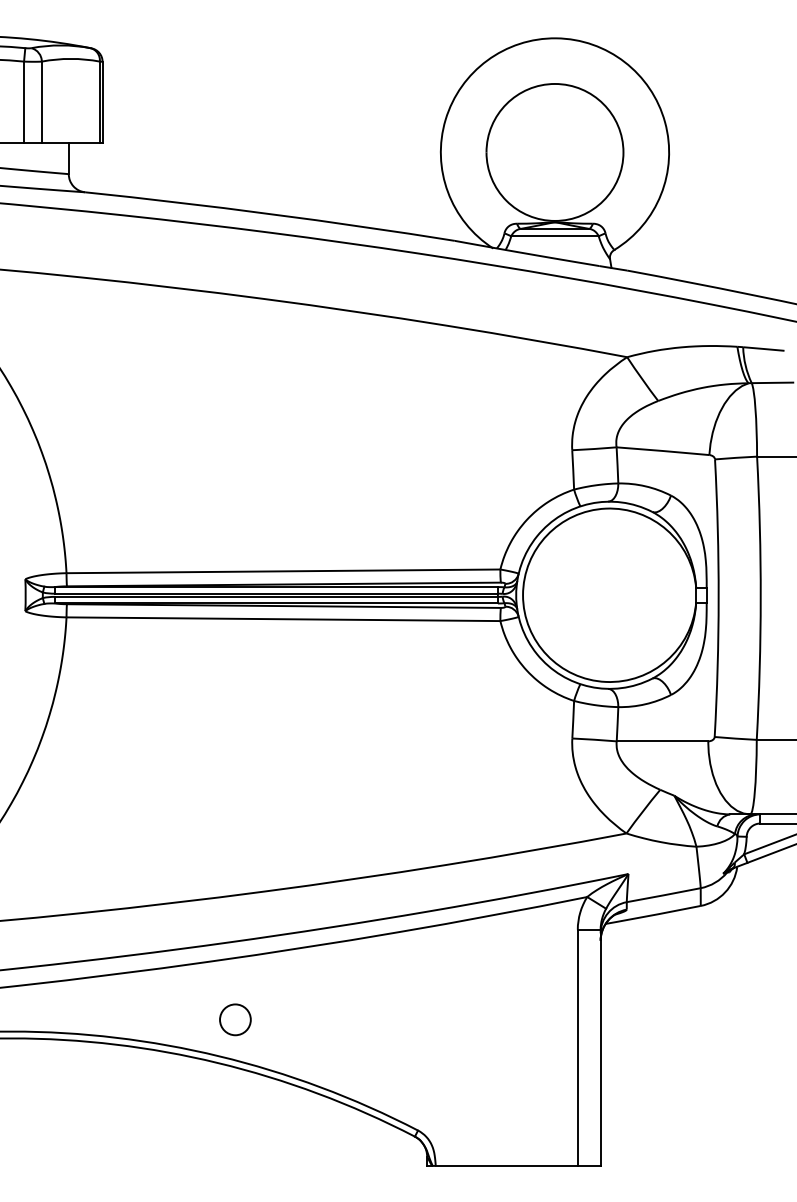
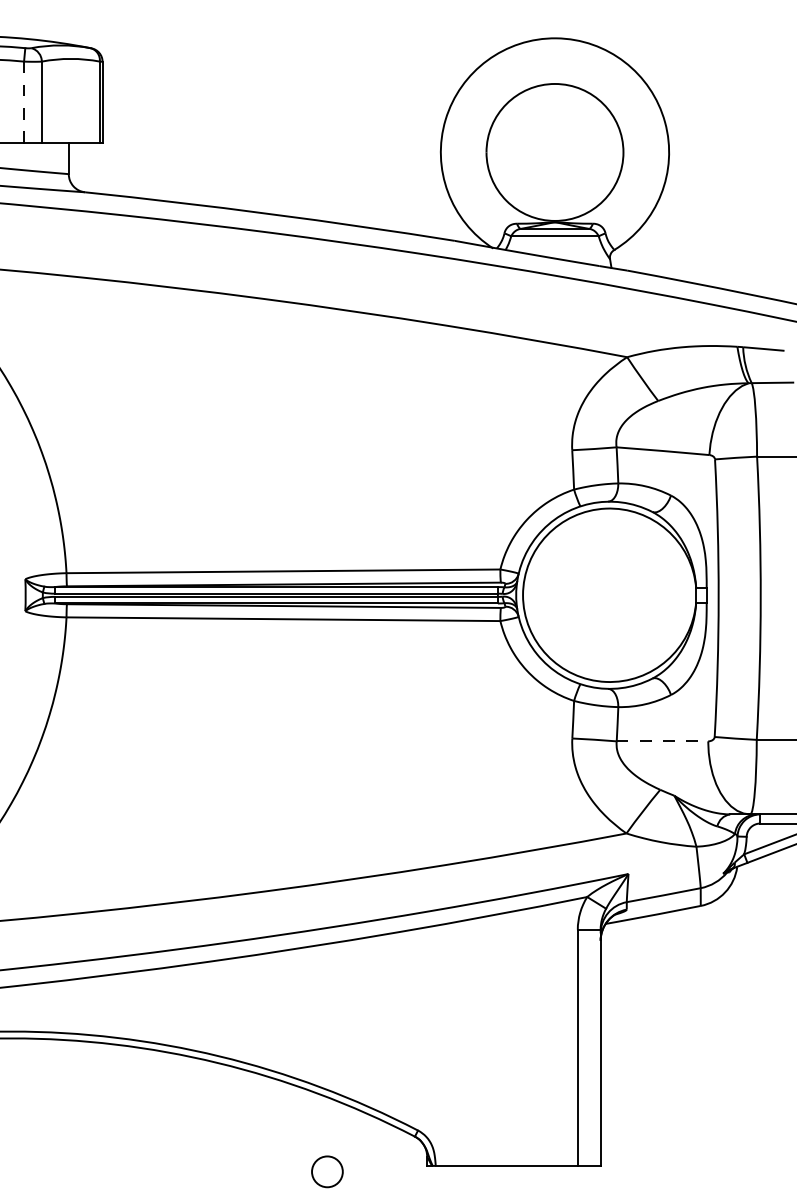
line at (24, 102): solid -> dashed
line at (662, 741): solid -> dashed
circle at (235, 1019) position: (235, 1019) -> (327, 1171)
